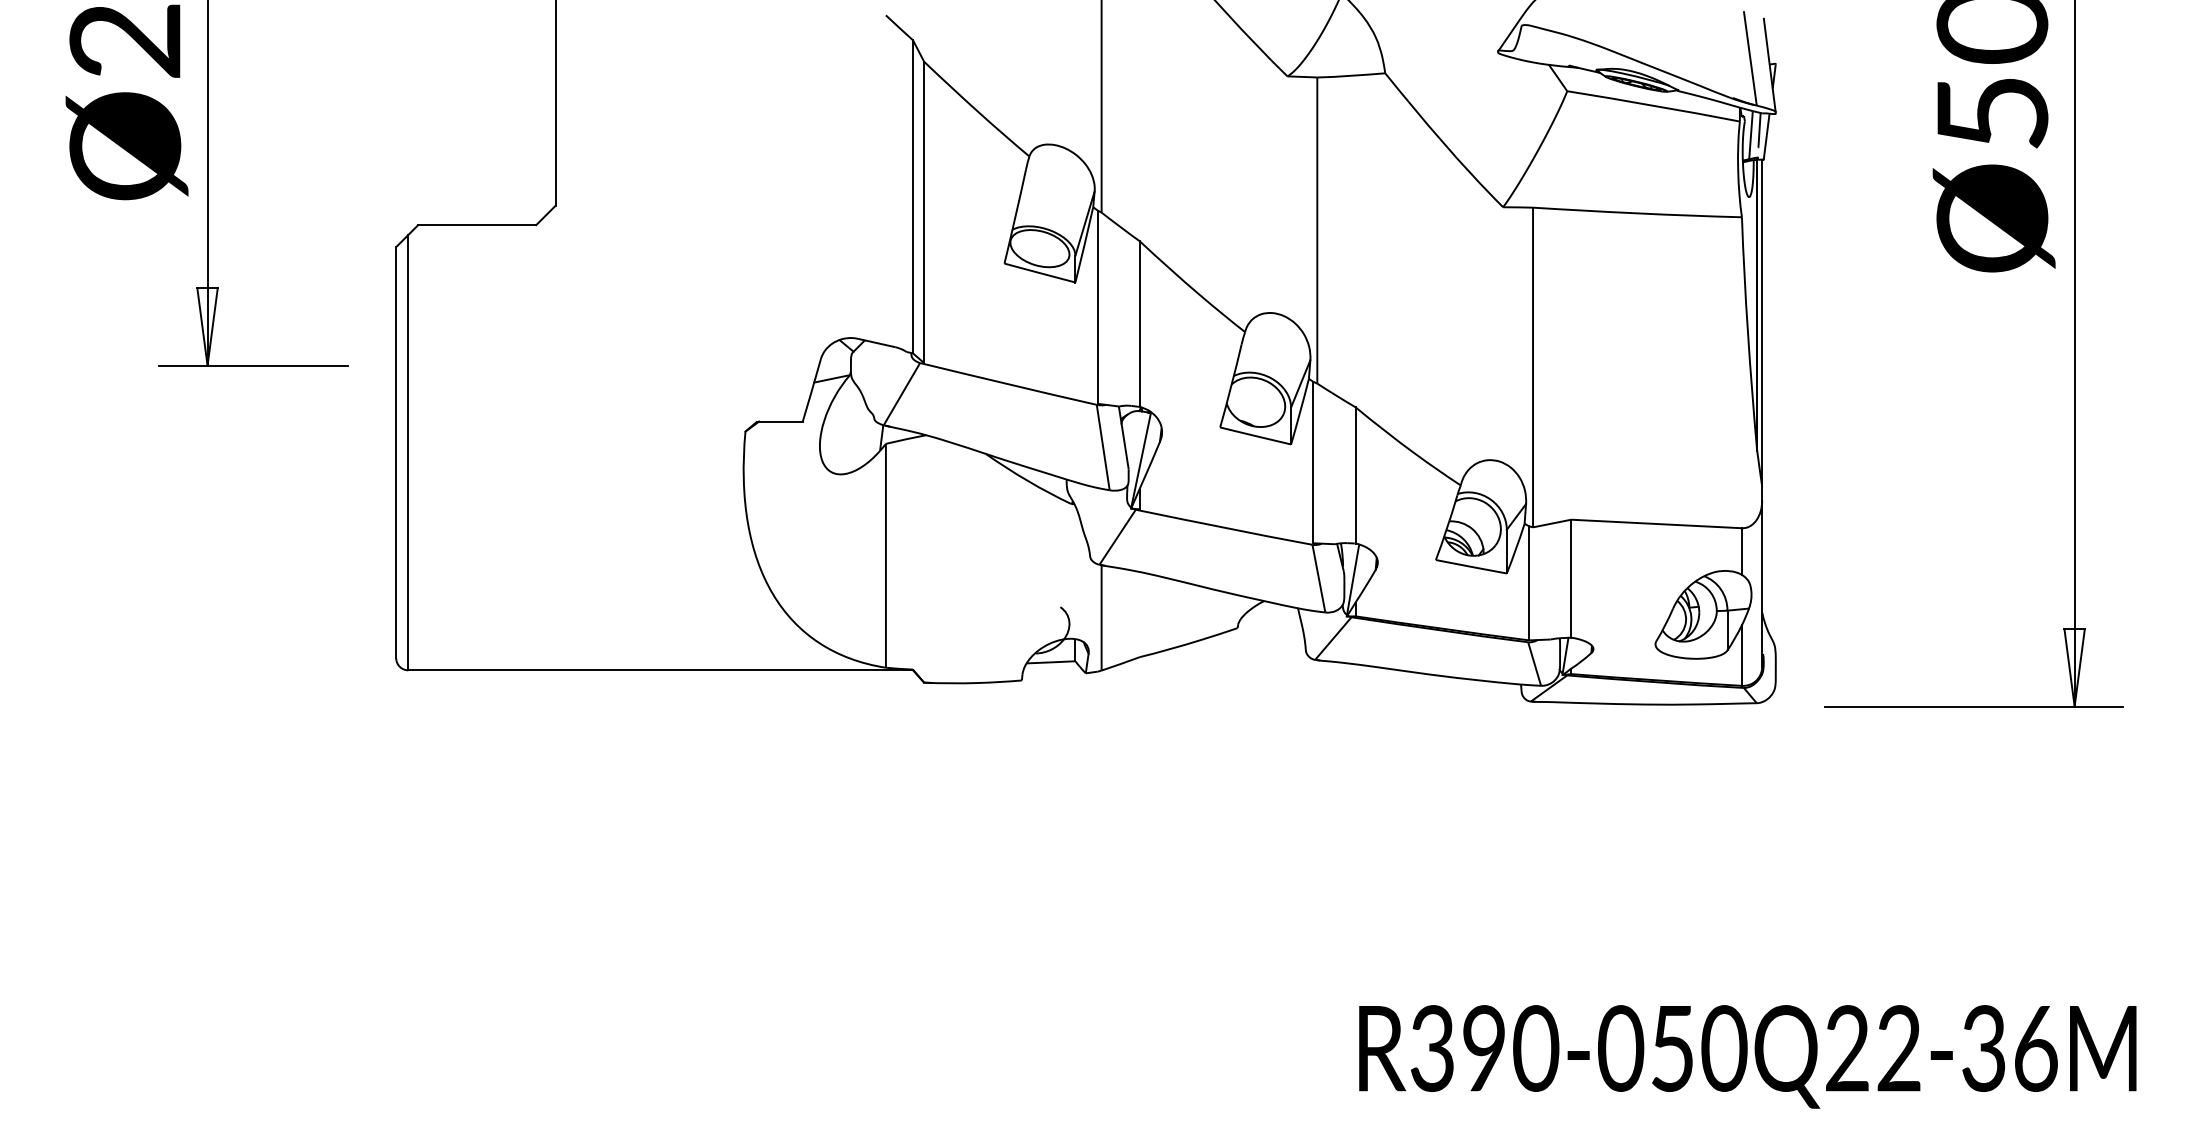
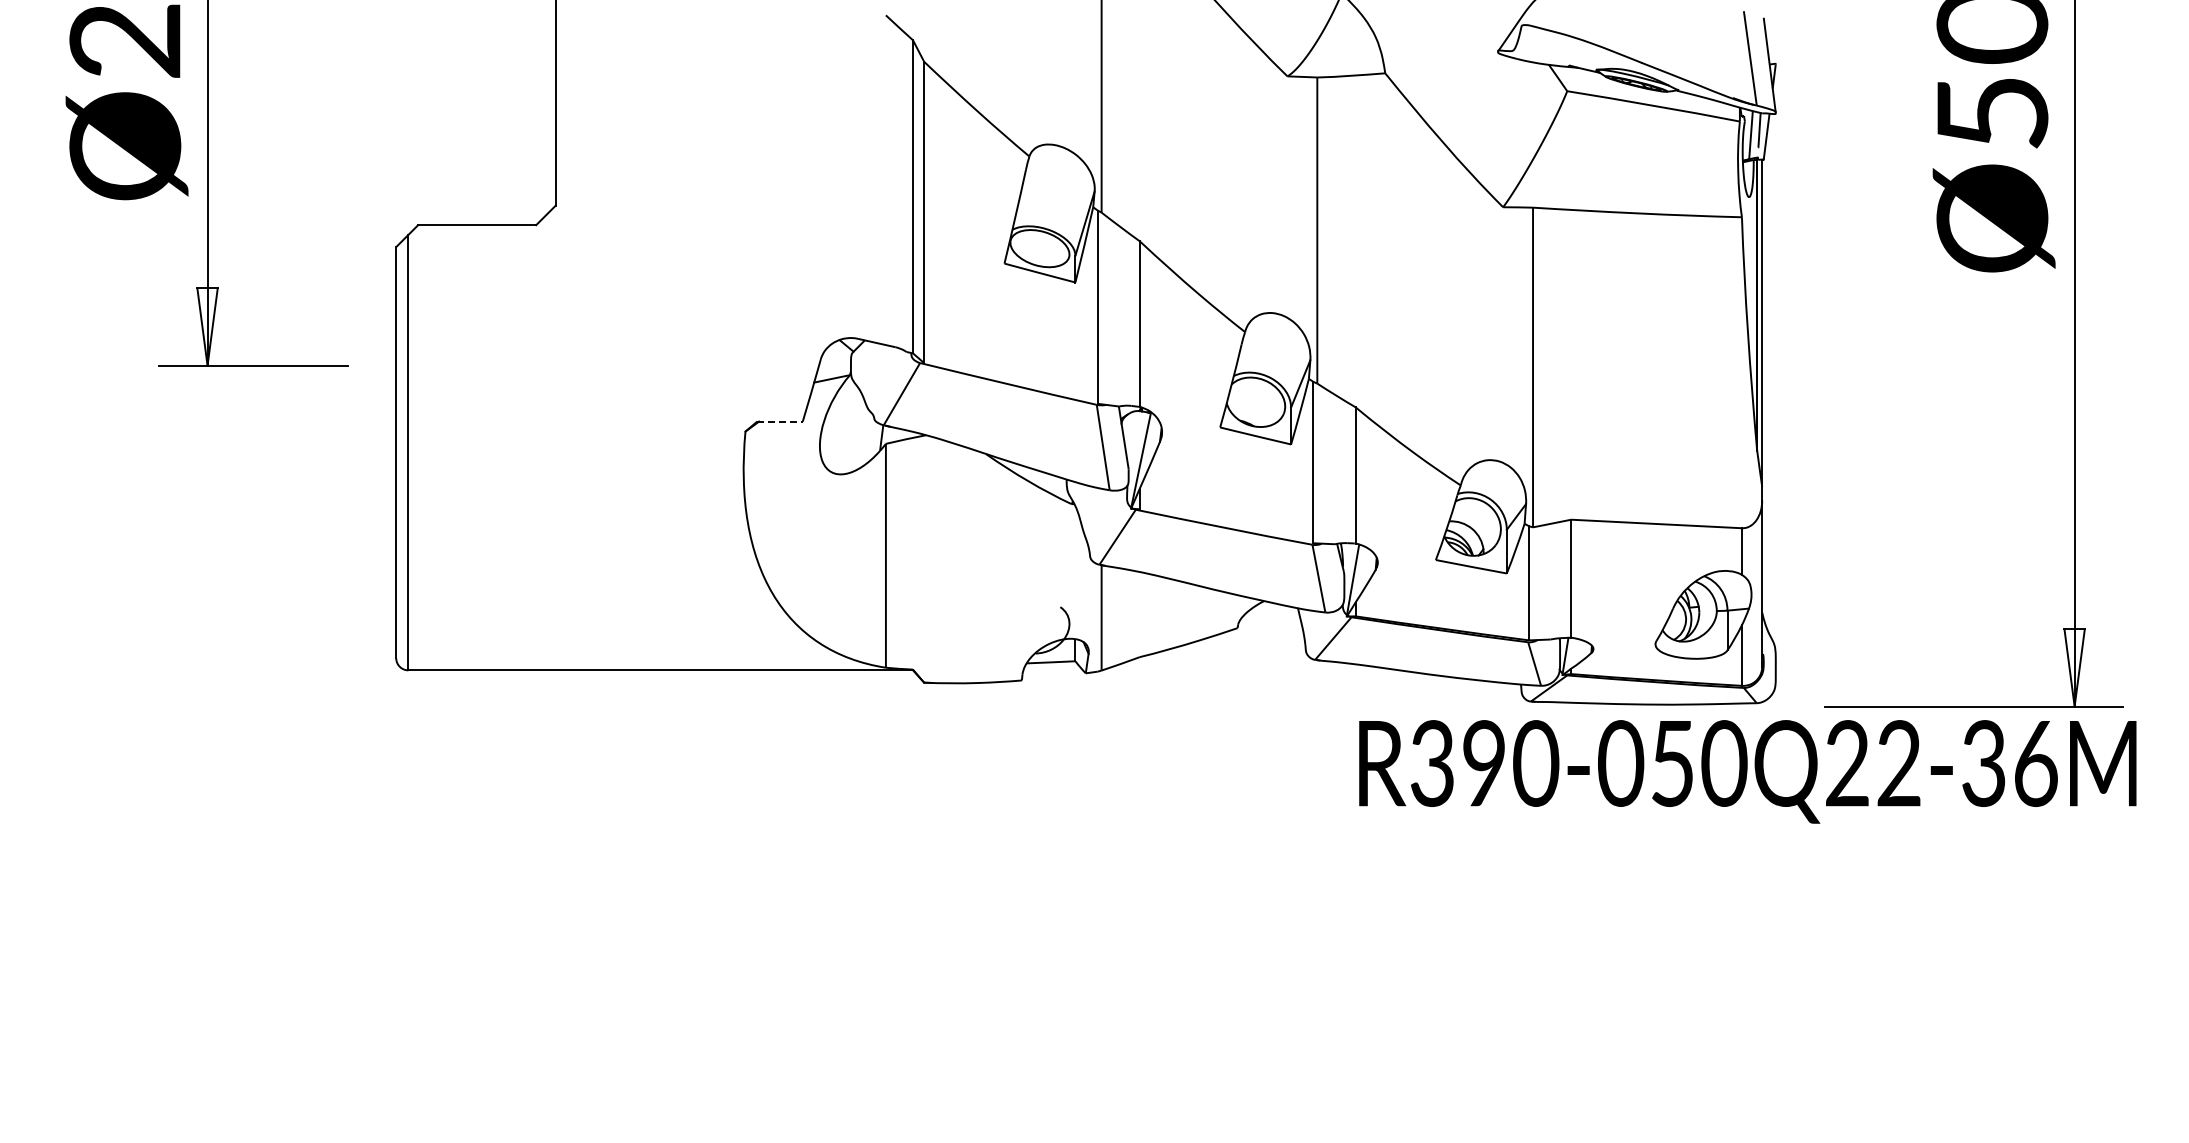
line at (780, 421): solid -> dashed
text at (1747, 1056) position: (1747, 1056) -> (1747, 771)
